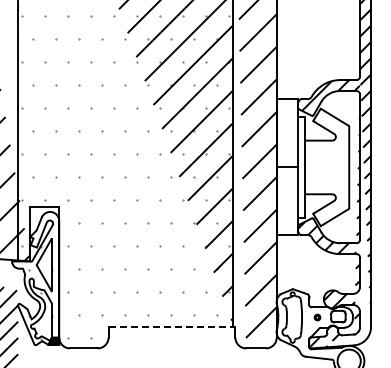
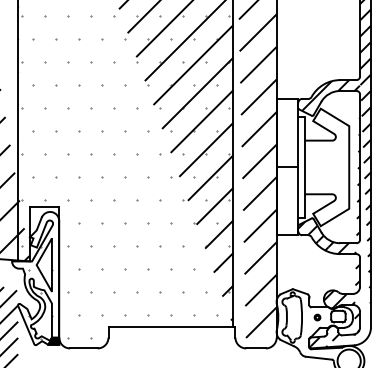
line at (172, 326): dashed -> solid
